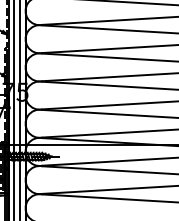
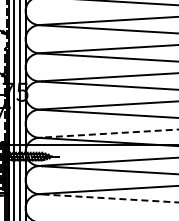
line at (110, 133): solid -> dashed
line at (111, 198): solid -> dashed
